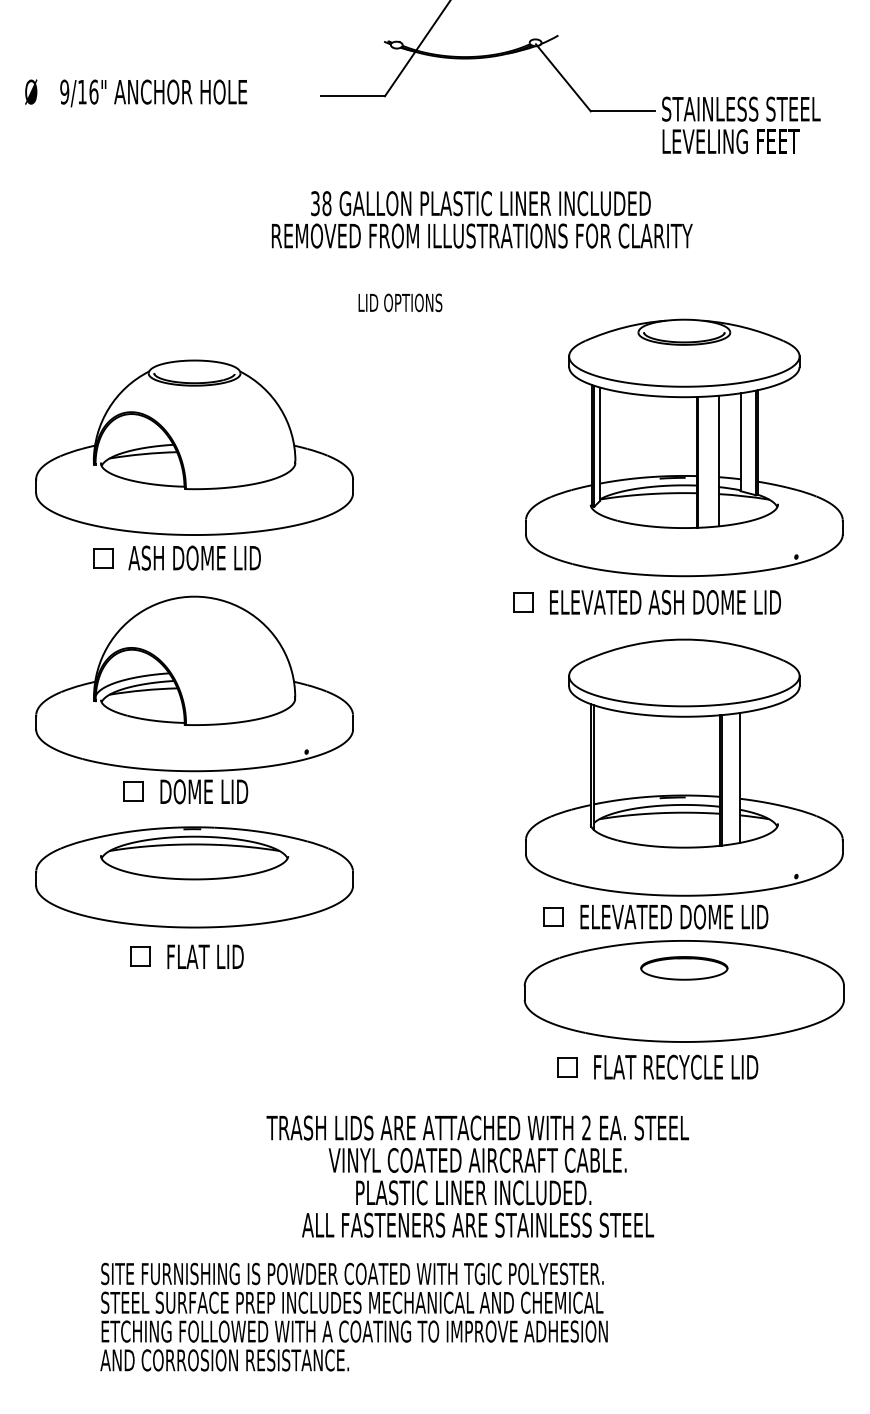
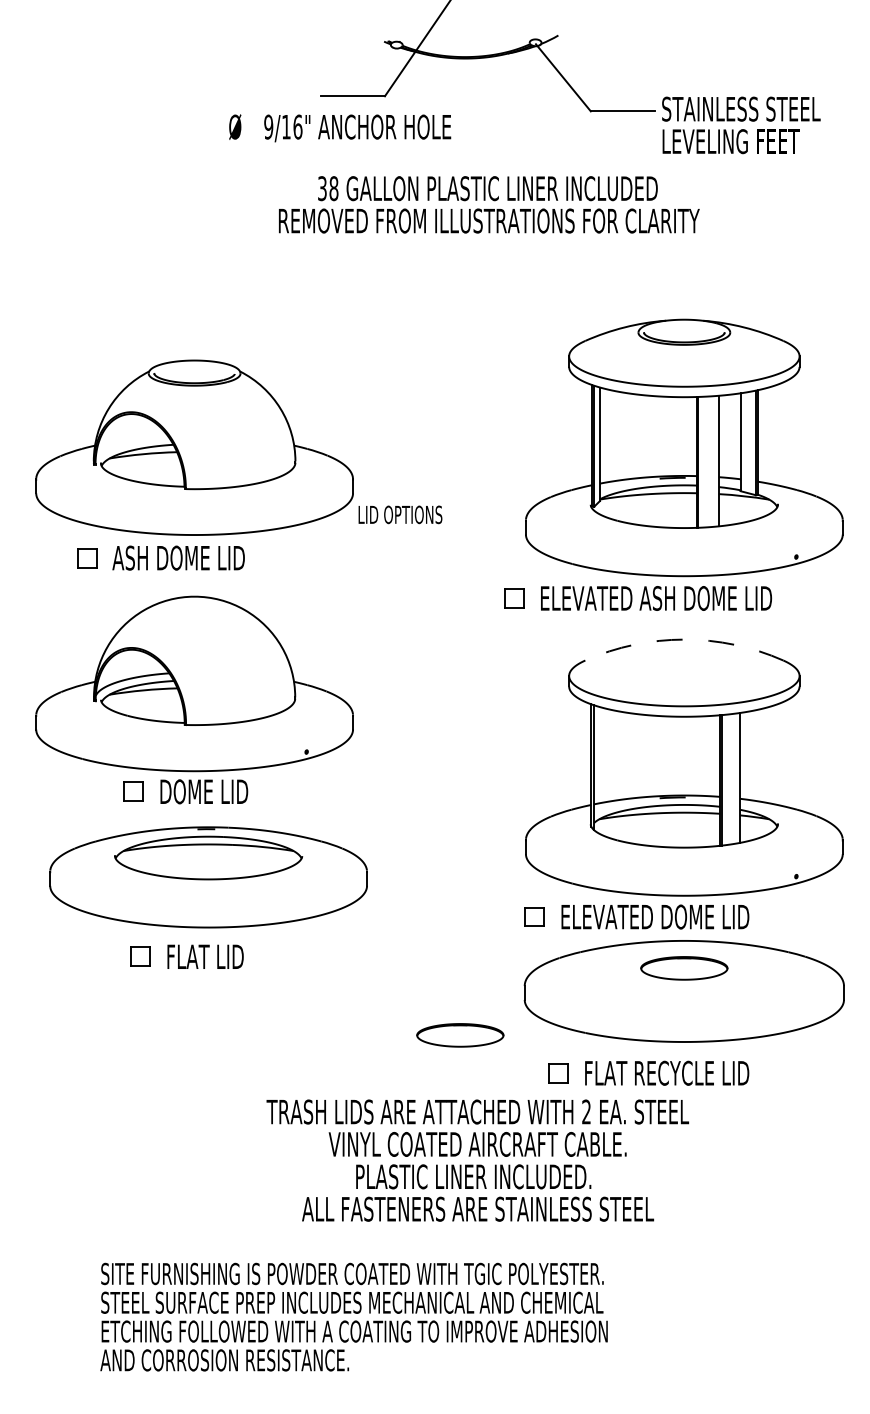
text at (136, 93) position: (136, 93) -> (340, 128)
text at (482, 219) position: (482, 219) -> (489, 204)
text at (400, 302) position: (400, 302) -> (400, 514)
part at (176, 557) position: (176, 557) -> (160, 557)
part at (647, 602) position: (647, 602) -> (638, 598)
arc at (684, 639): solid -> dashed
part at (194, 877) position: (194, 877) -> (208, 877)
part at (655, 916) position: (655, 916) -> (636, 916)
part at (460, 1035): none -> present
part at (657, 1066) position: (657, 1066) -> (648, 1072)
text at (477, 1176) position: (477, 1176) -> (477, 1160)
